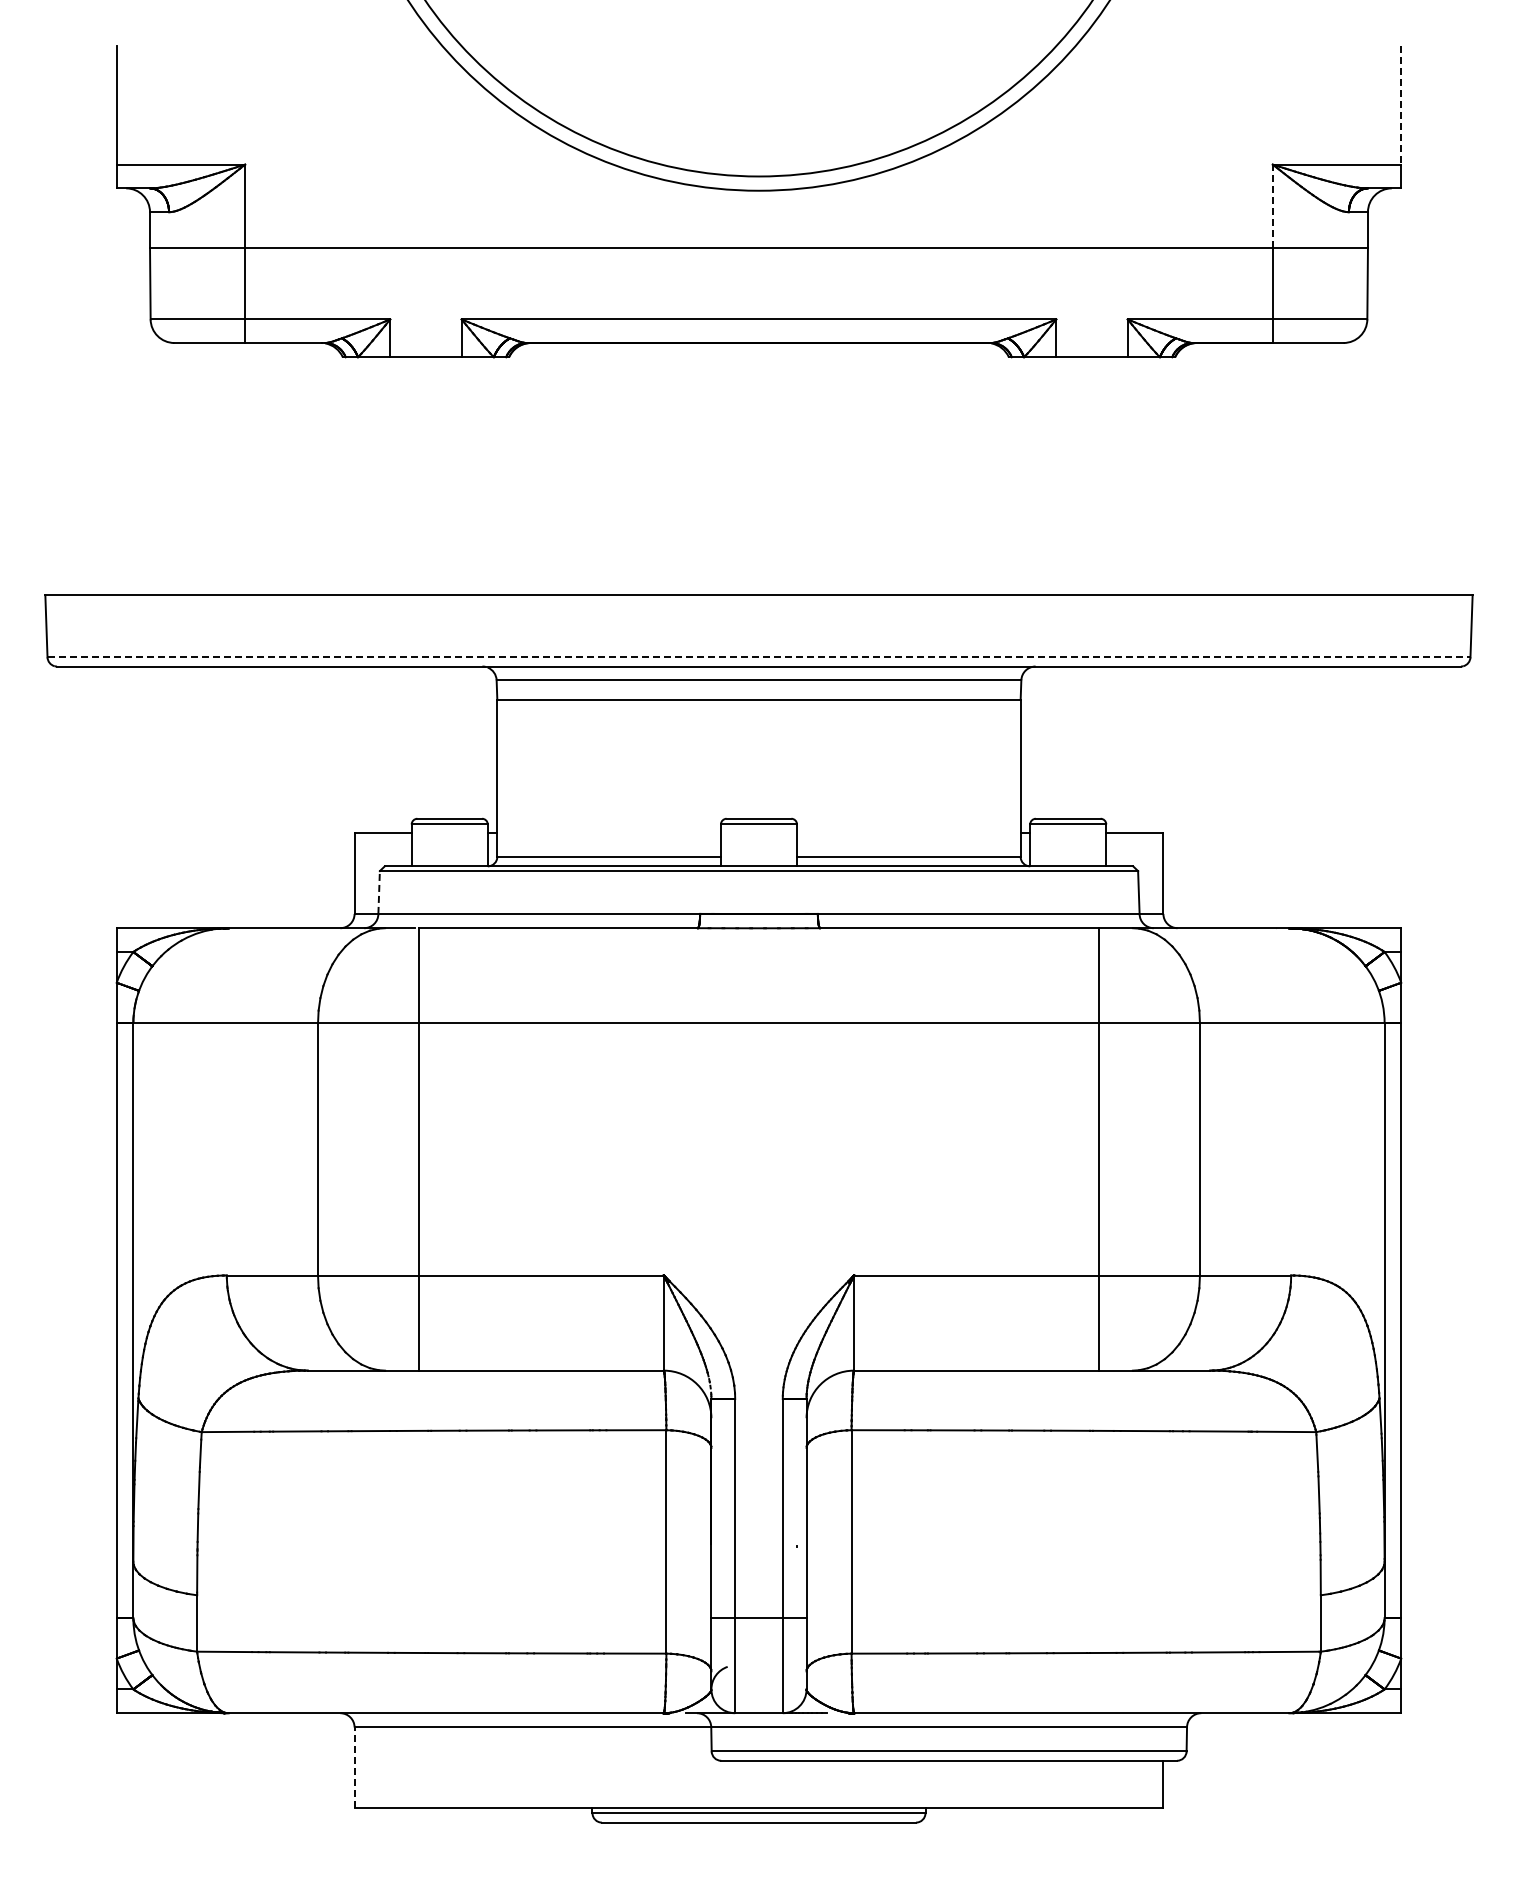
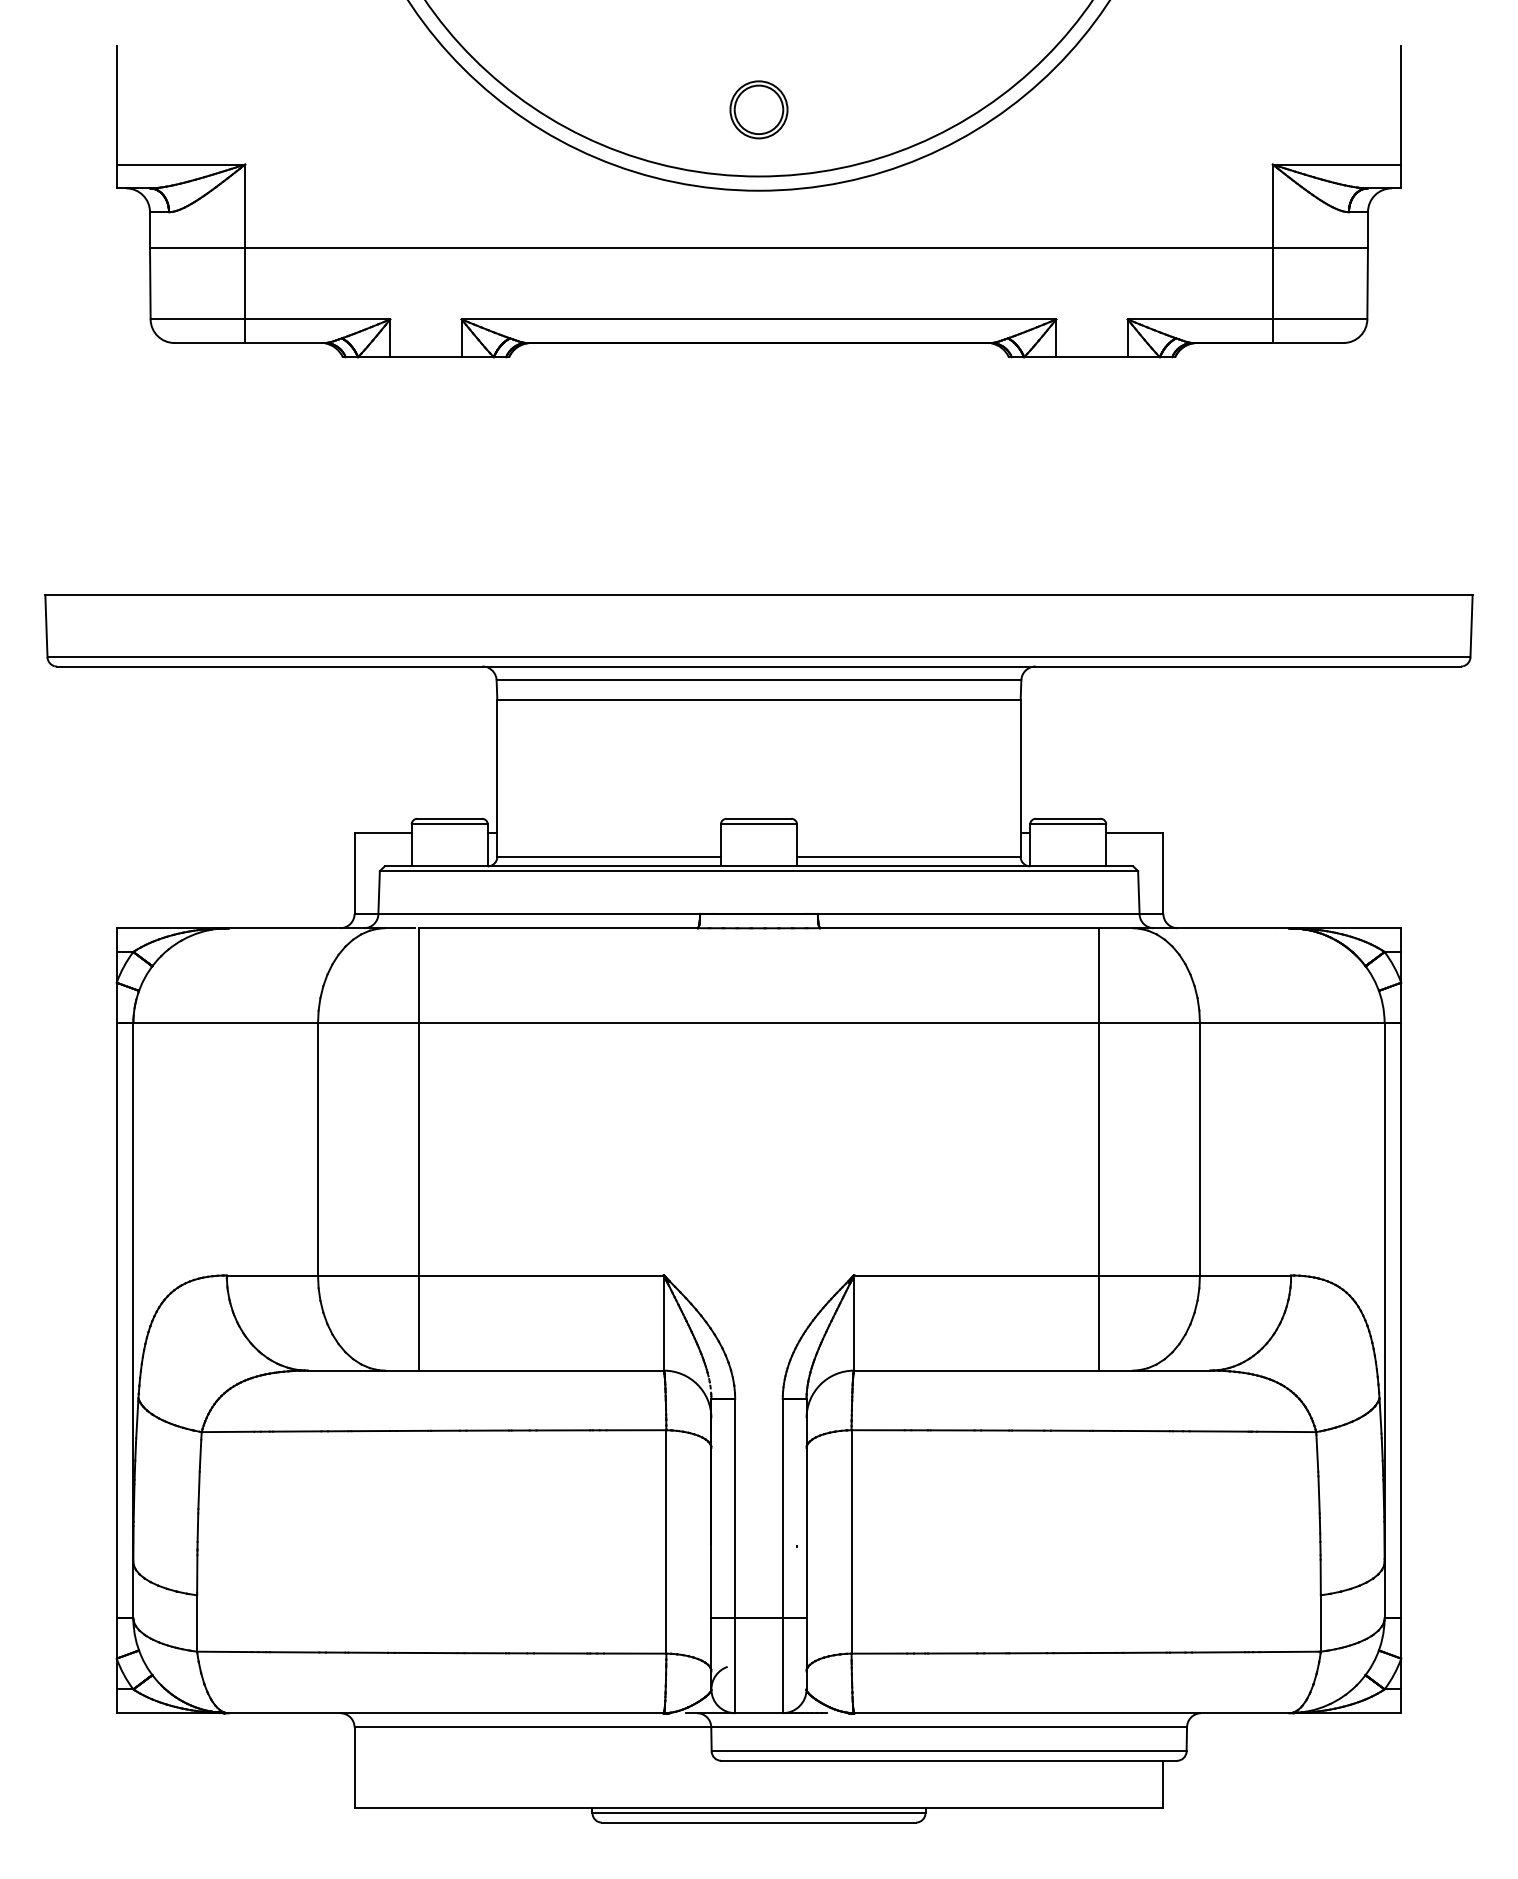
line at (1401, 105): dashed -> solid
part at (758, 109): none -> present
line at (1272, 206): dashed -> solid
line at (759, 657): dashed -> solid
line at (379, 892): dashed -> solid
line at (354, 1767): dashed -> solid
